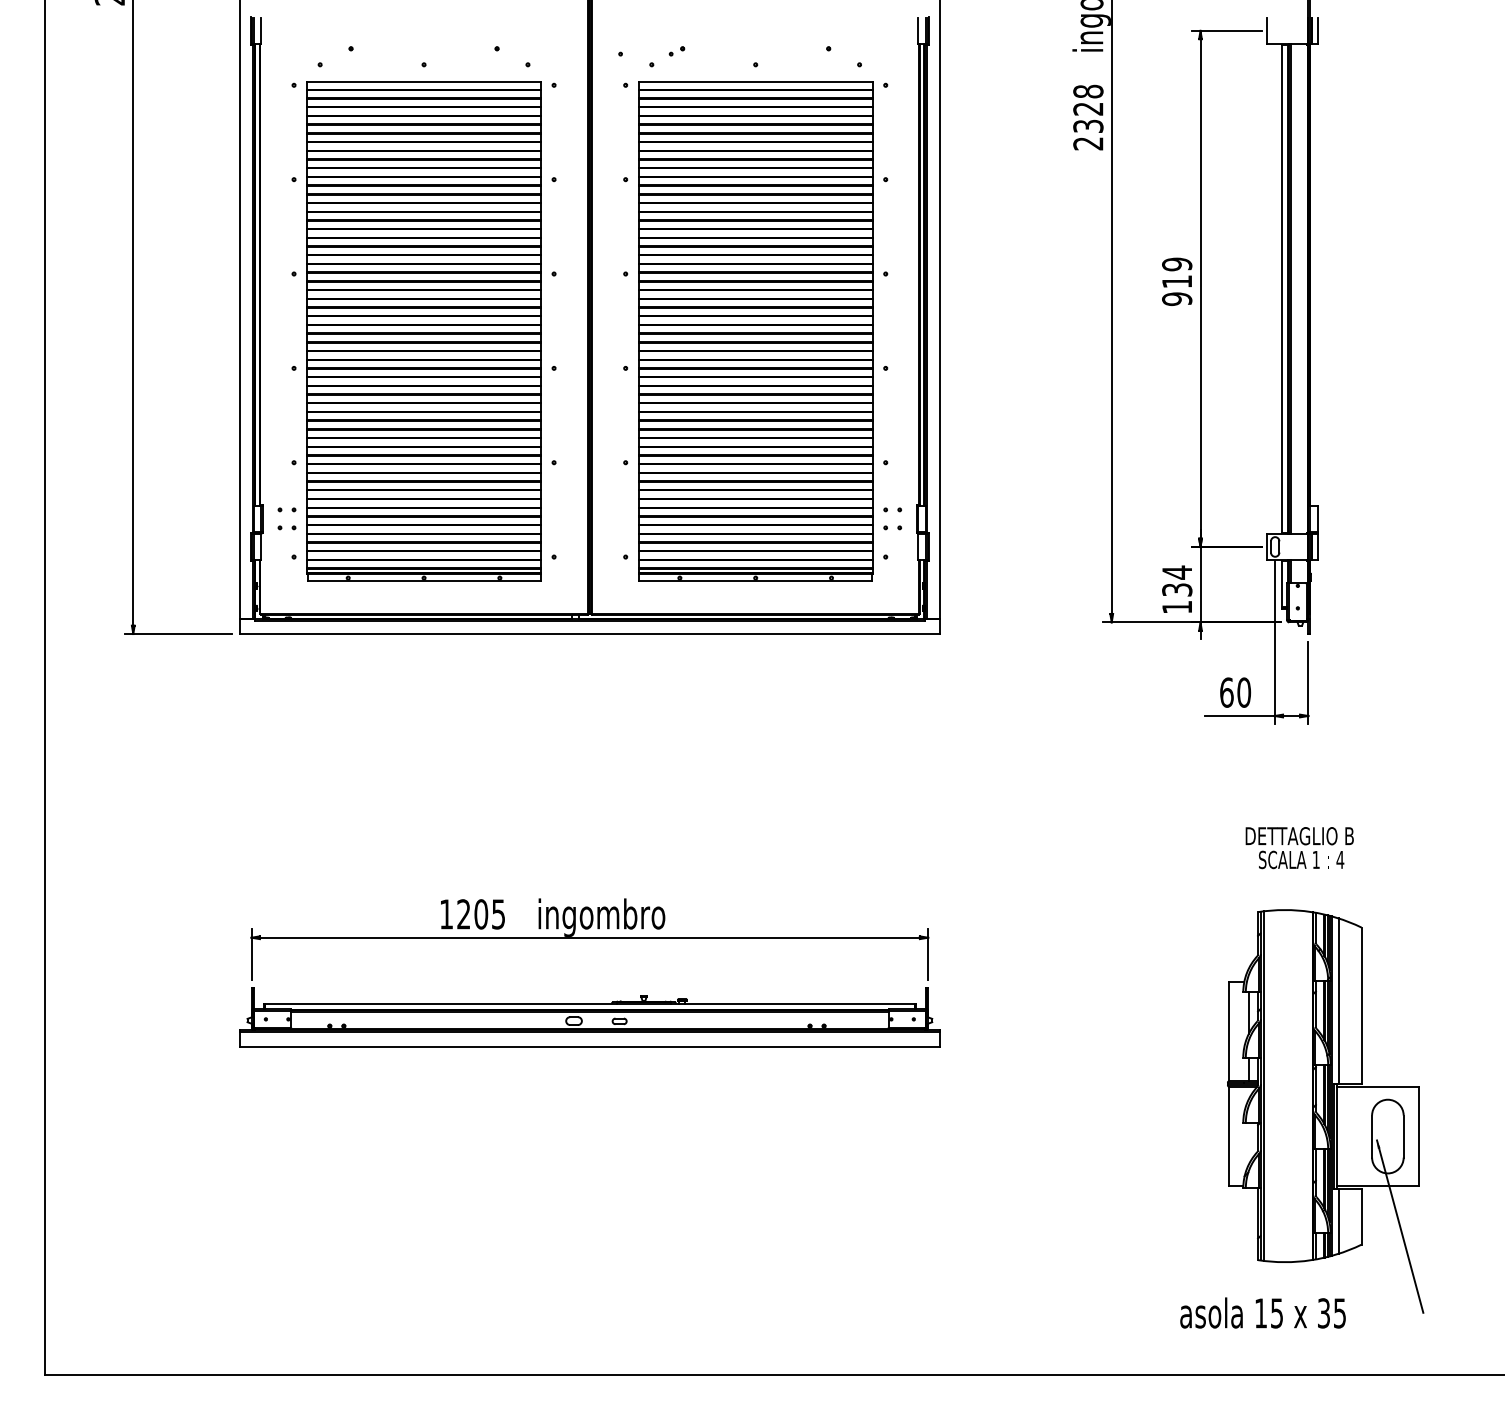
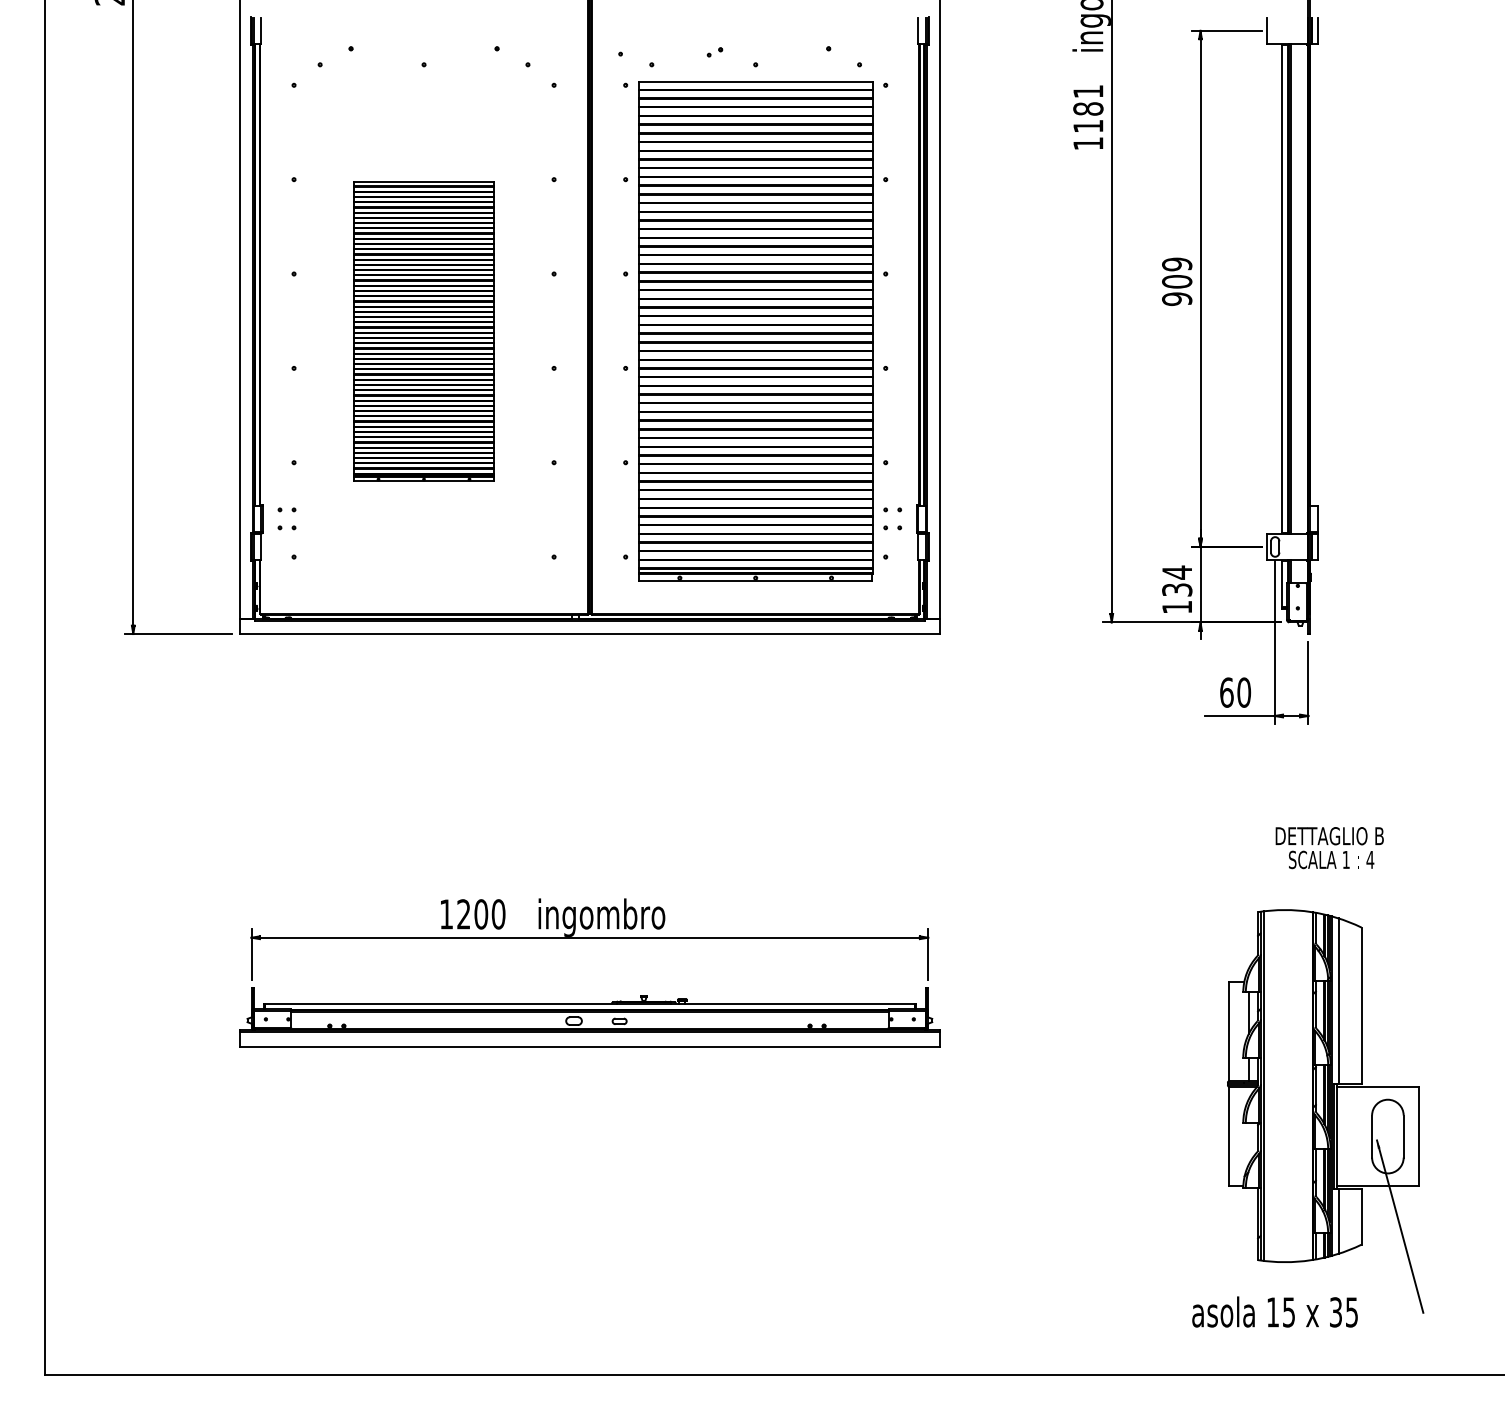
part at (676, 51) position: (676, 51) -> (714, 52)
text at (1088, 117): 2328 -> 1181
text at (1177, 281): 919 -> 909
part at (423, 331) size: 236x501 px -> 142x301 px
text at (1299, 848) position: (1299, 848) -> (1329, 848)
text at (498, 914): 1205 -> 1200
text at (1262, 1312) position: (1262, 1312) -> (1274, 1311)
